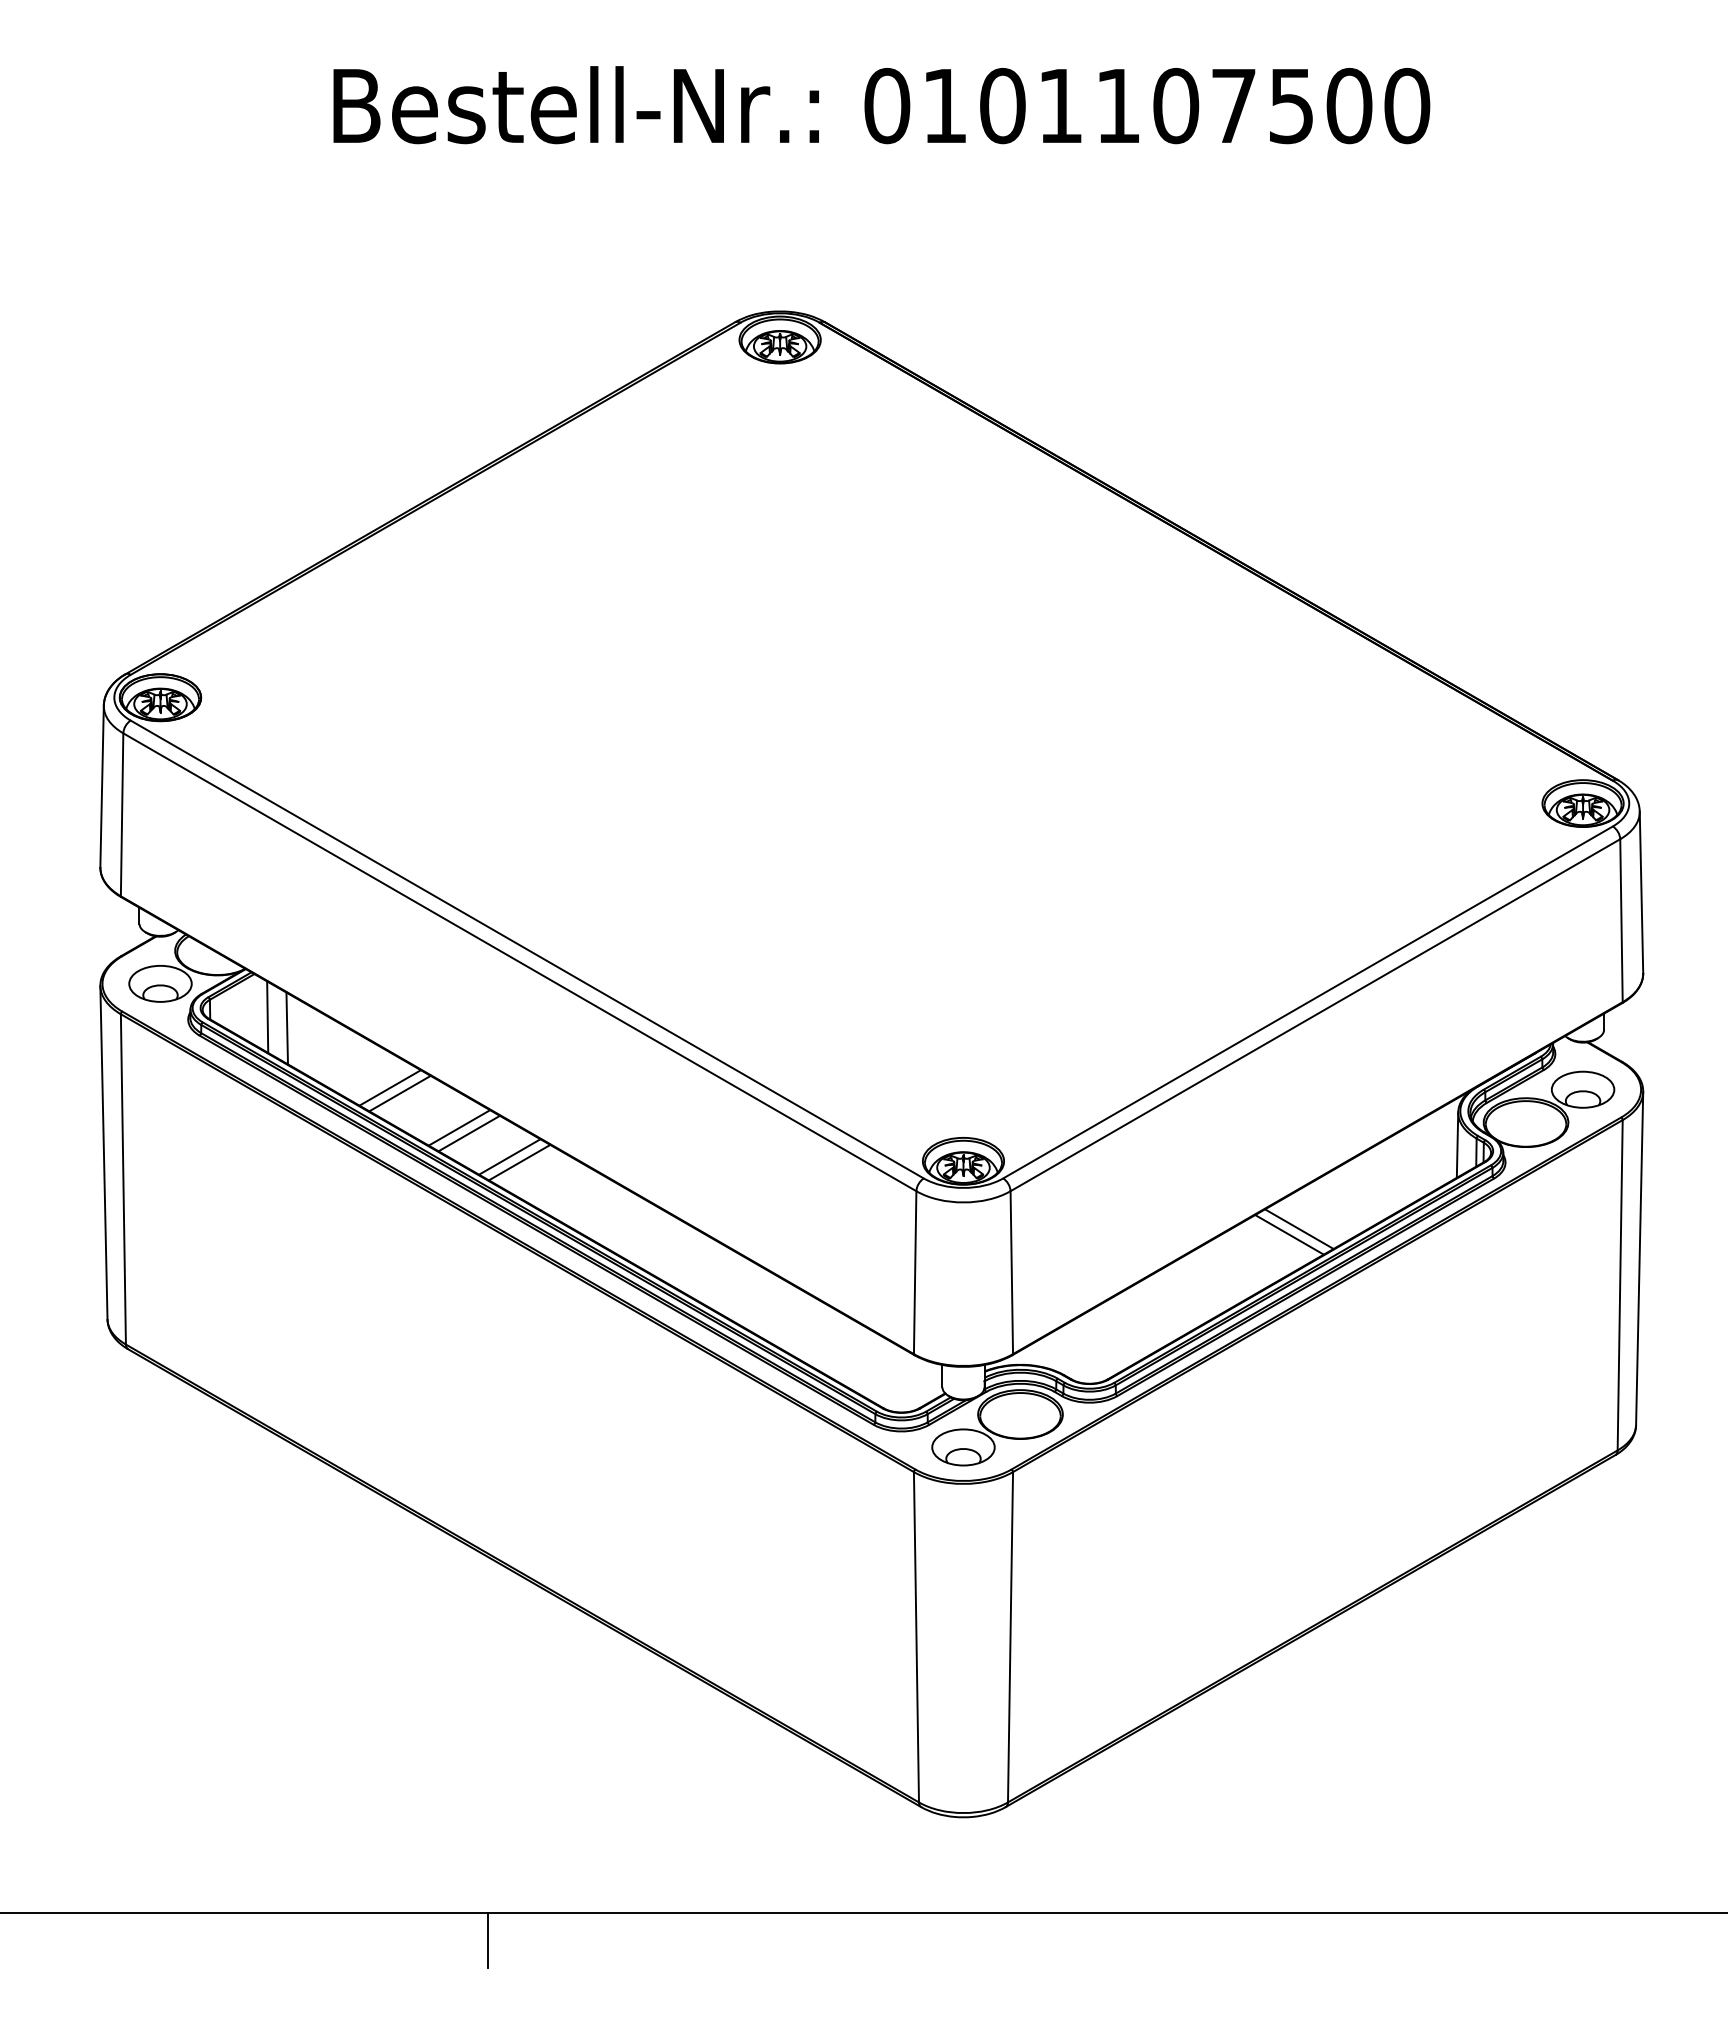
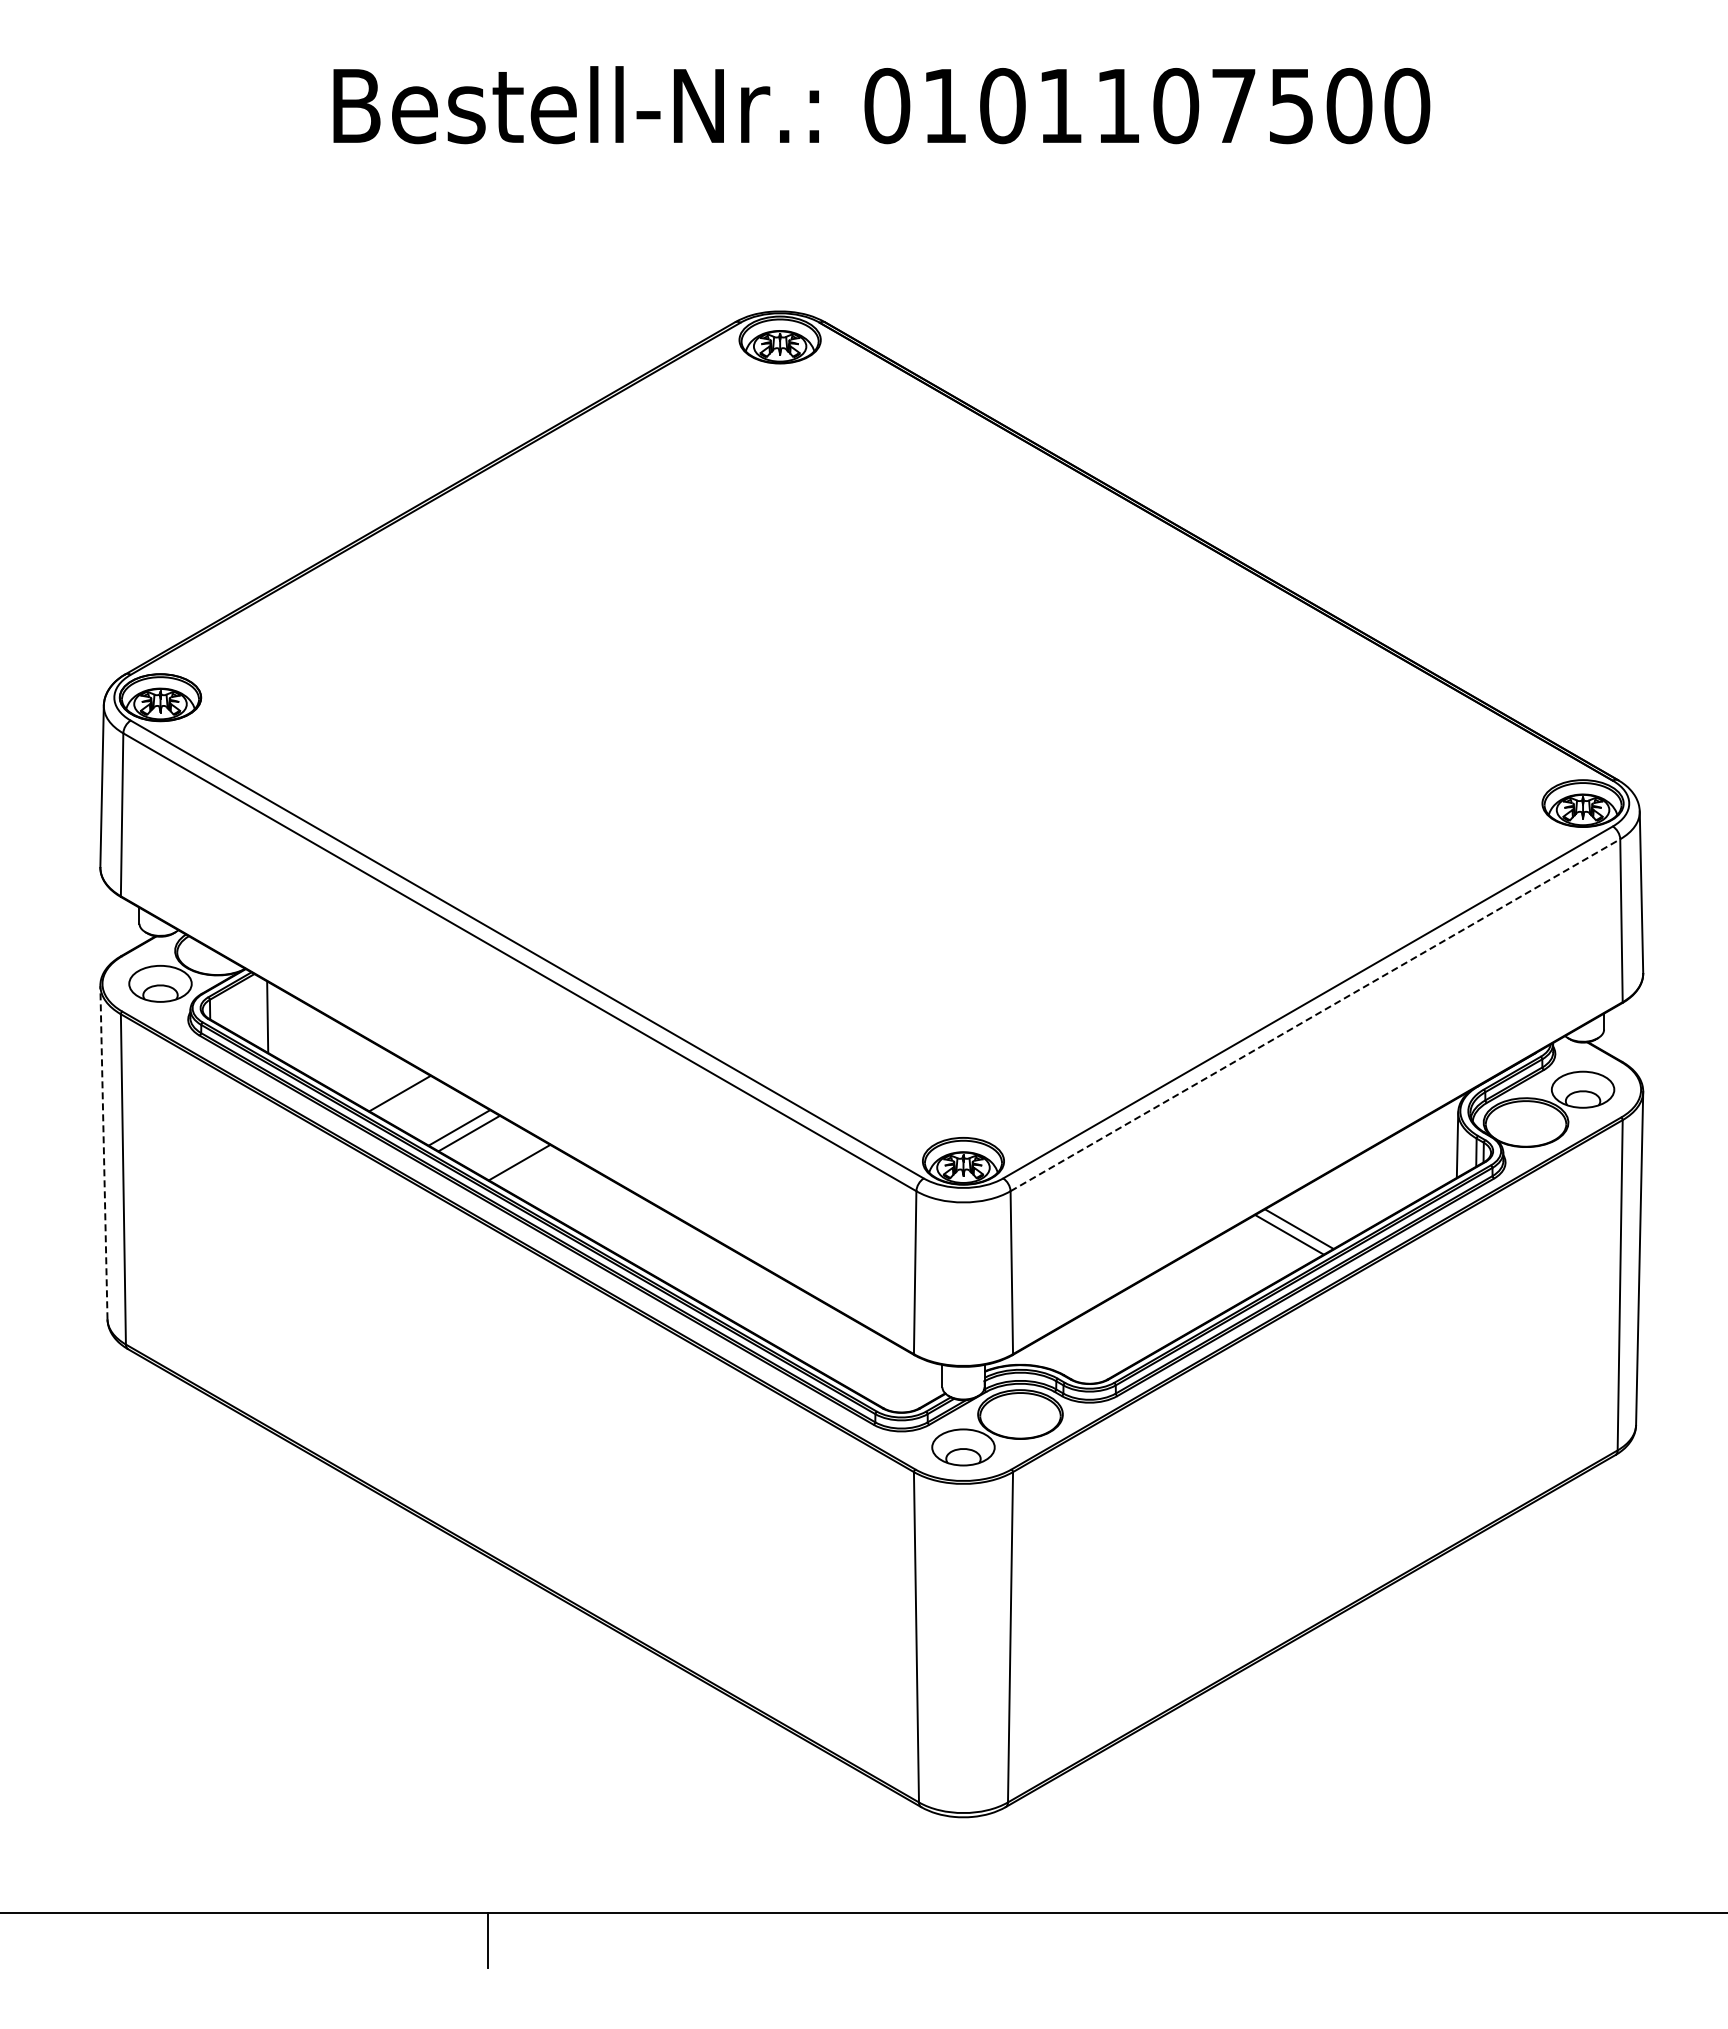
line at (1315, 1015): solid -> dashed
line at (286, 1028): present -> none
line at (389, 1087): present -> none
line at (103, 1152): solid -> dashed
line at (509, 1156): present -> none
